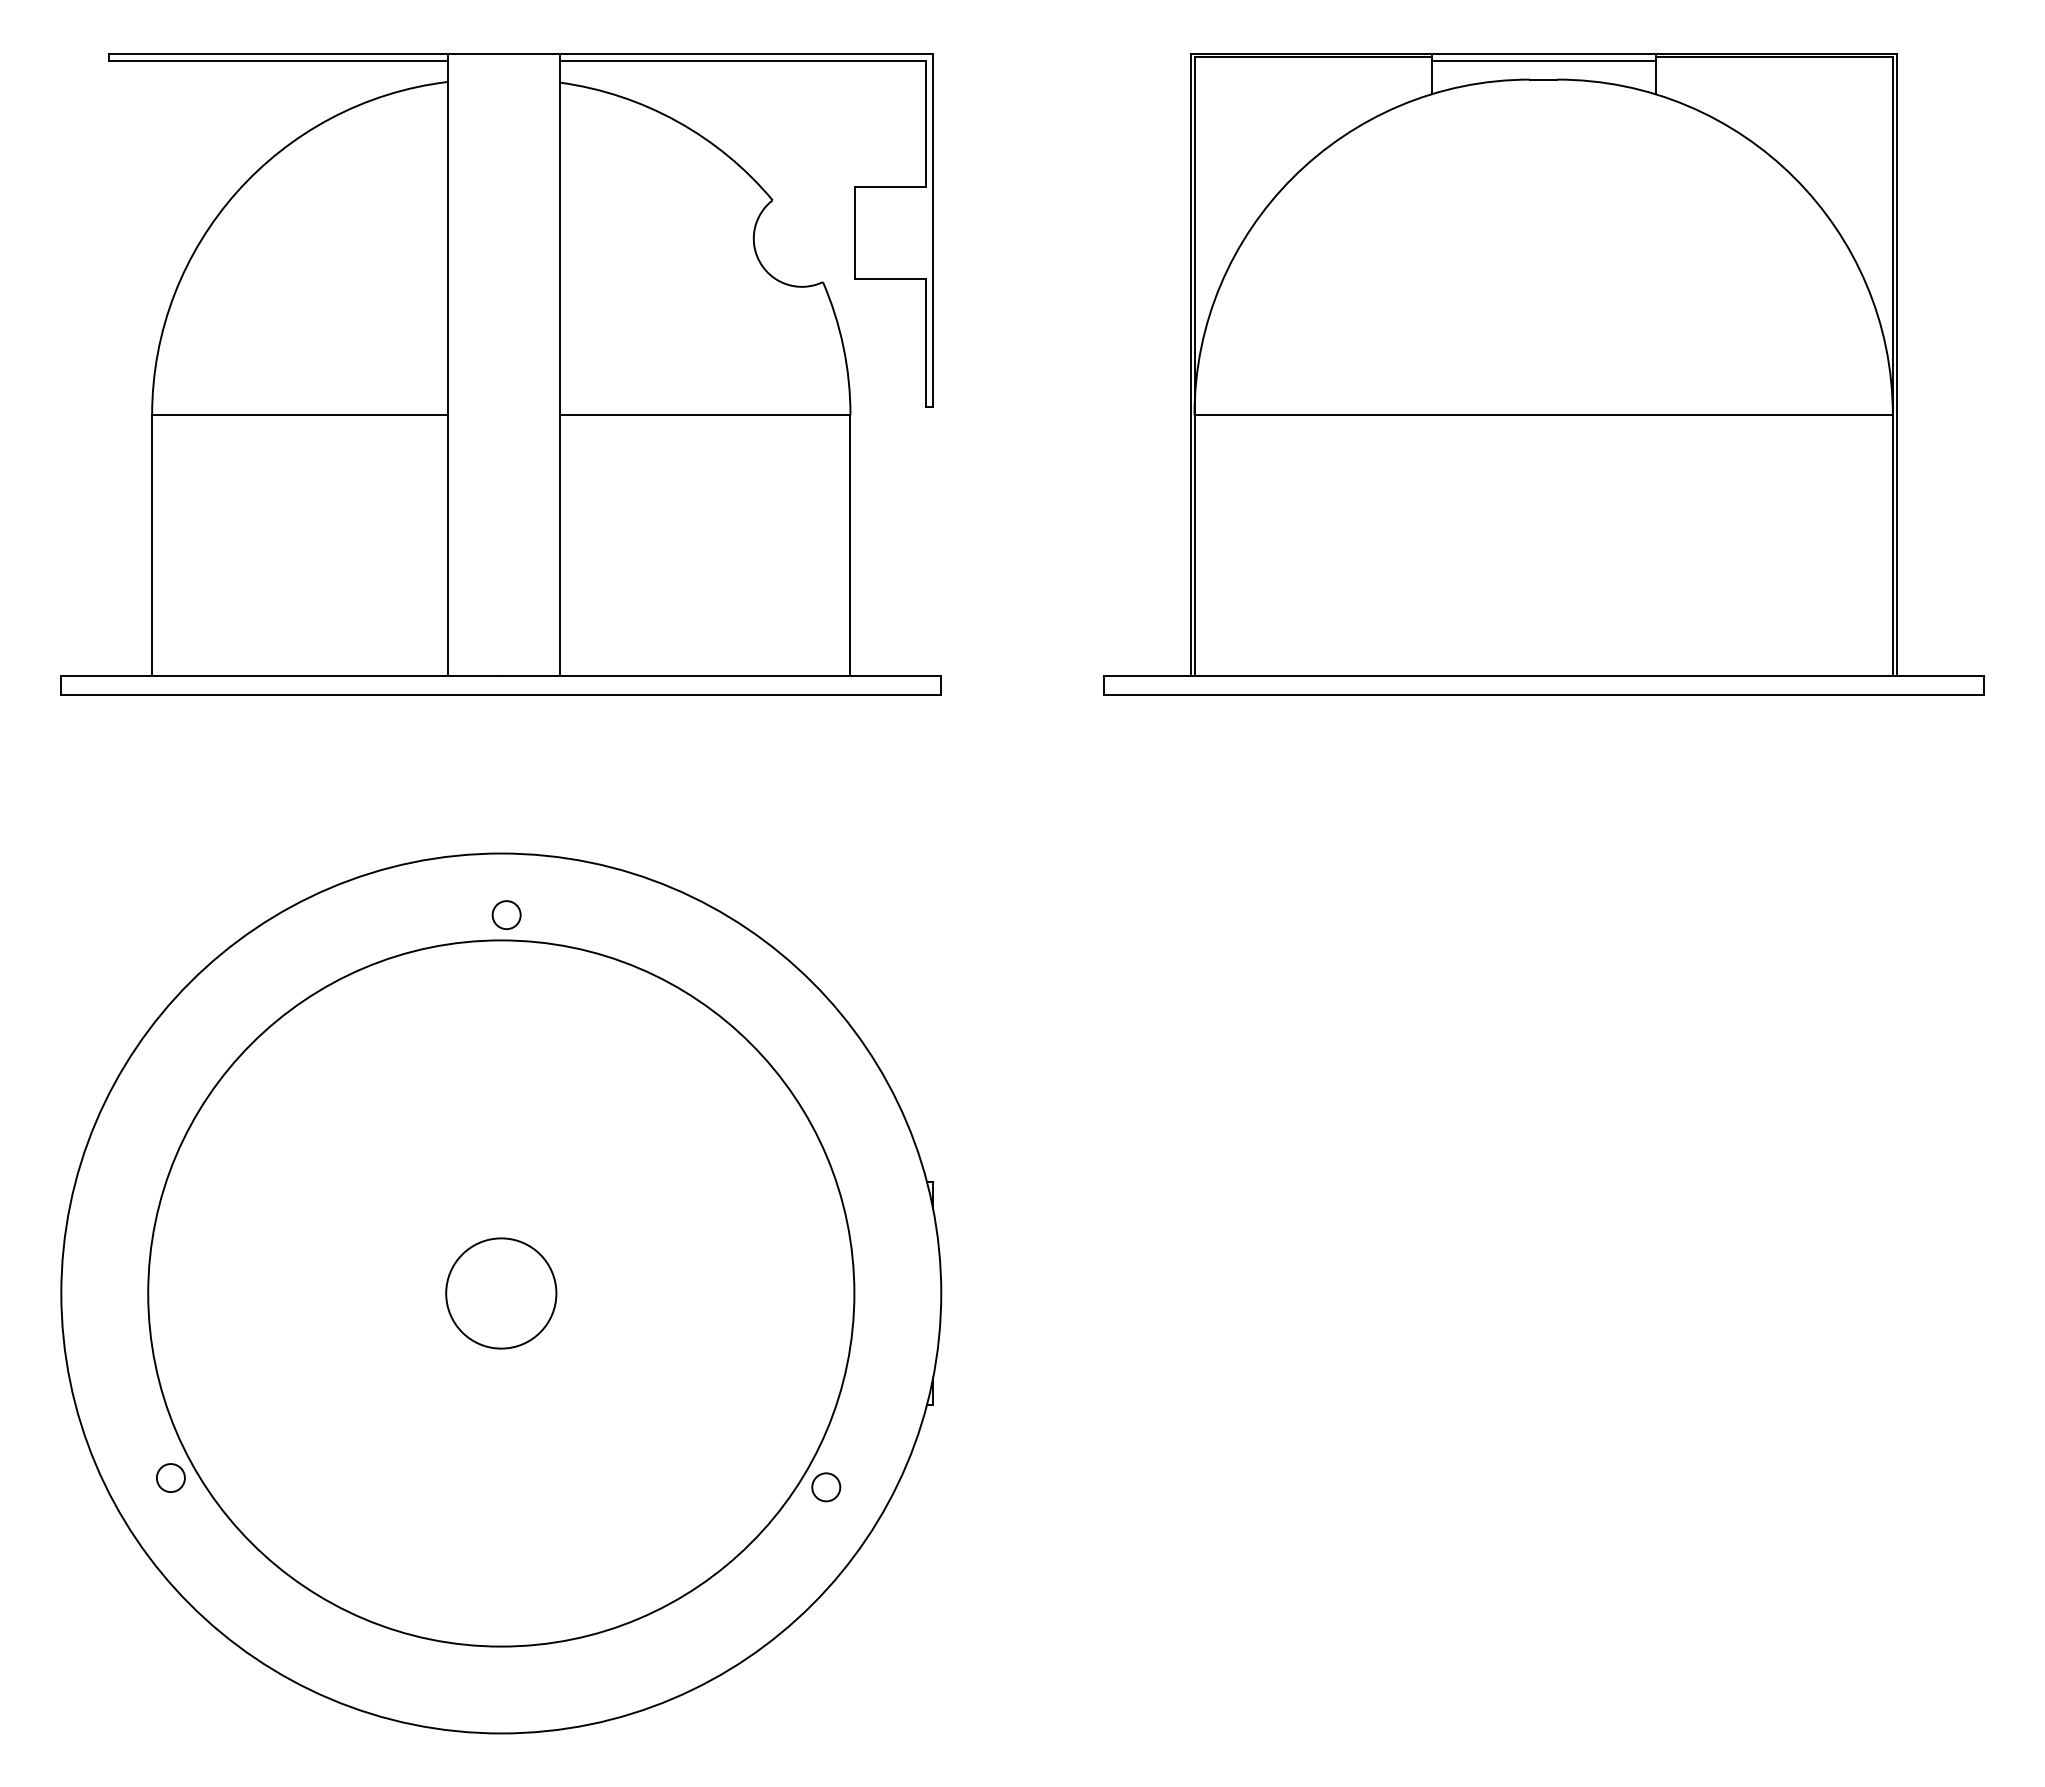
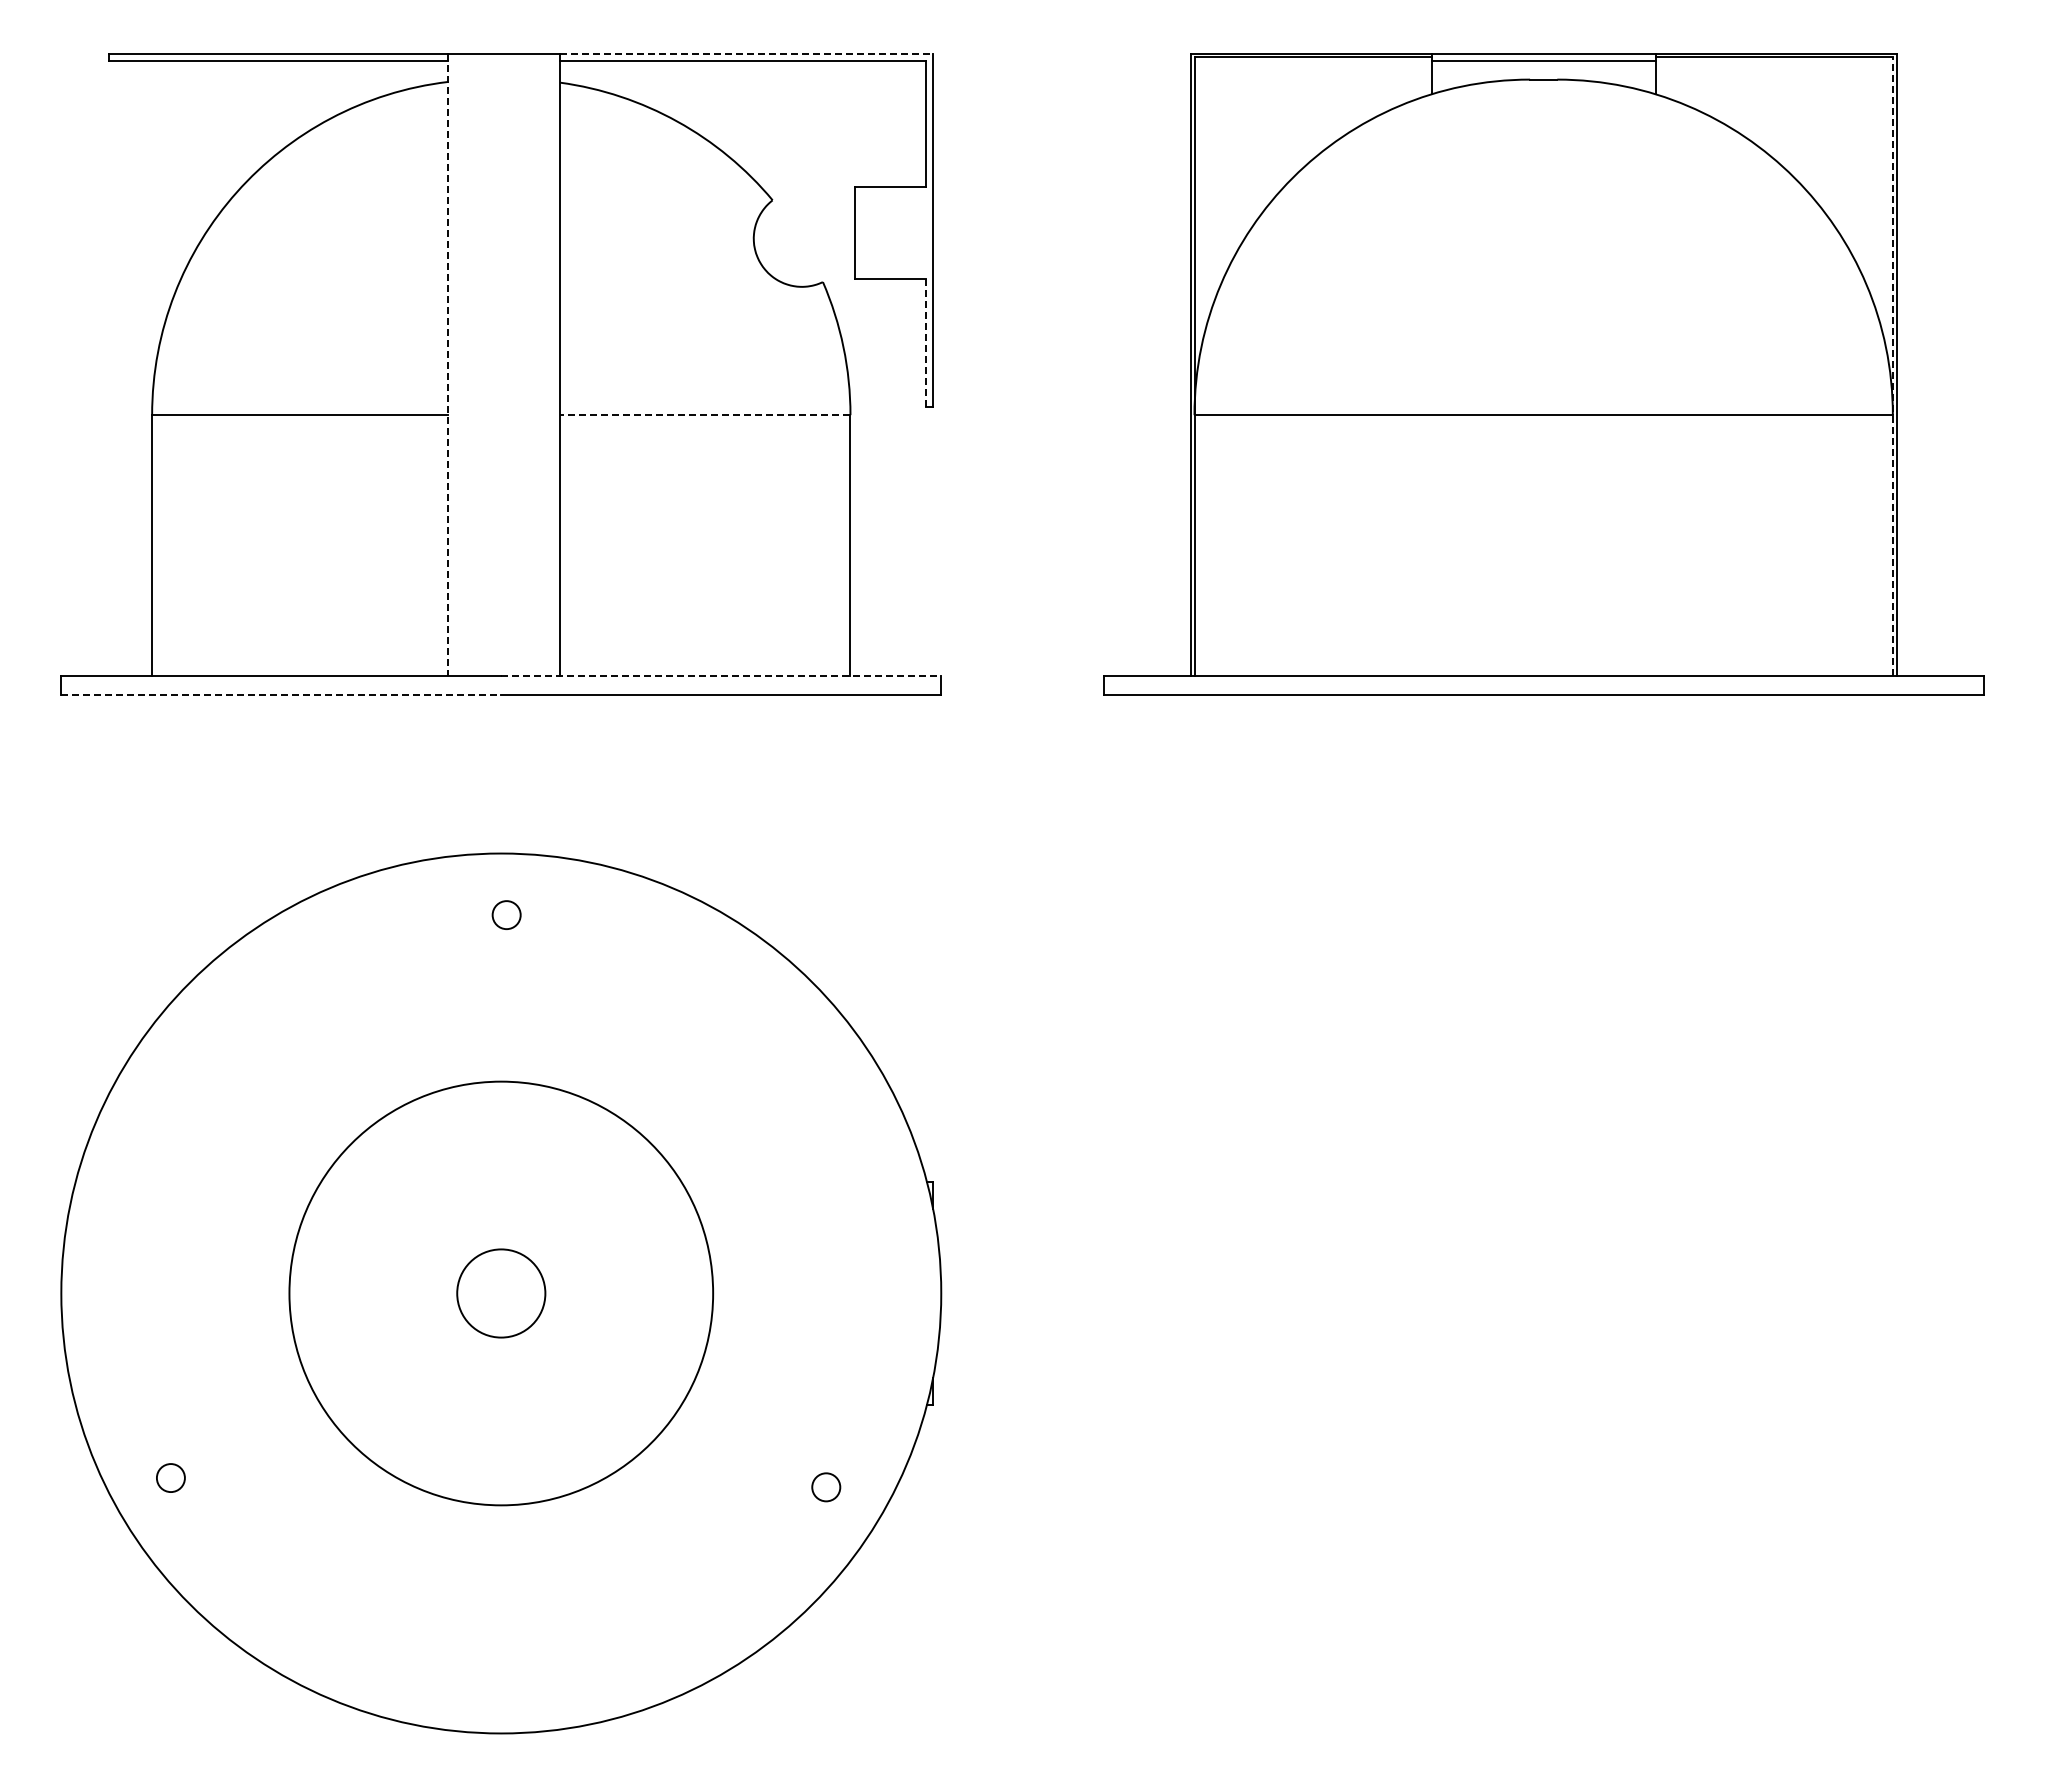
line at (747, 53): solid -> dashed
line at (925, 343): solid -> dashed
line at (448, 365): solid -> dashed
line at (1892, 366): solid -> dashed
line at (704, 415): solid -> dashed
line at (721, 676): solid -> dashed
line at (281, 694): solid -> dashed
circle at (501, 1293) diameter: 110 px -> 88 px
circle at (501, 1293) diameter: 706 px -> 424 px
